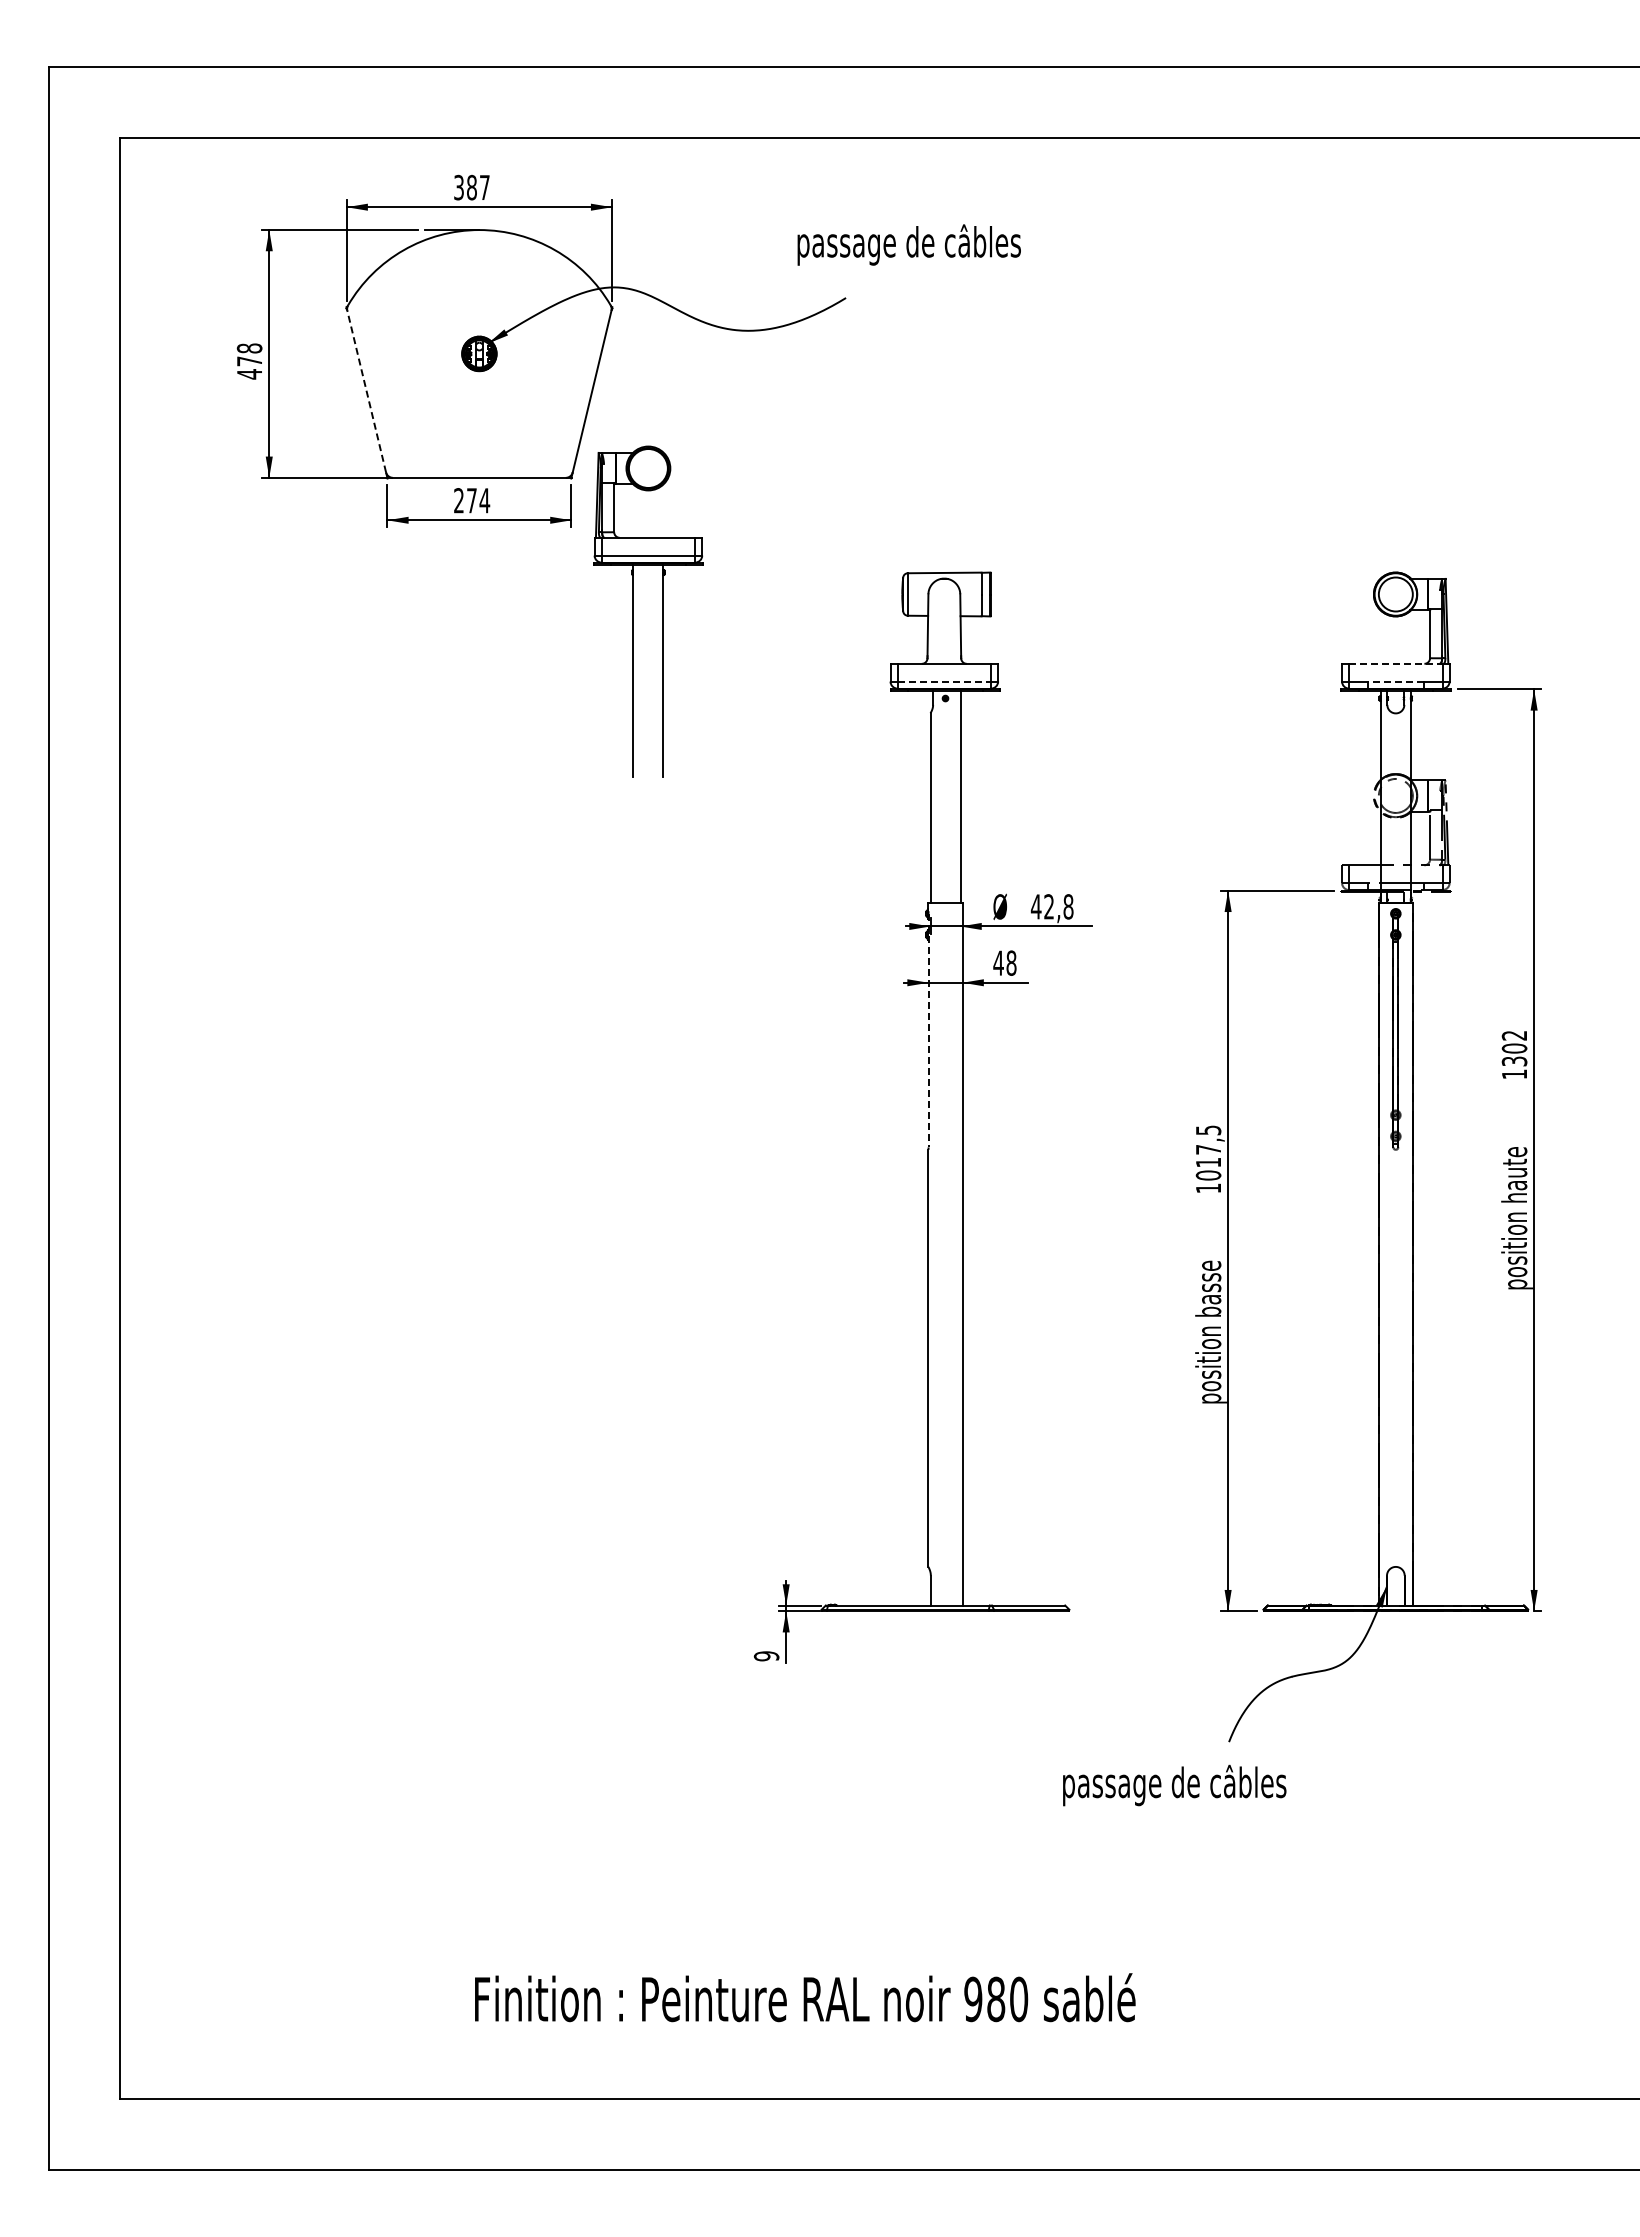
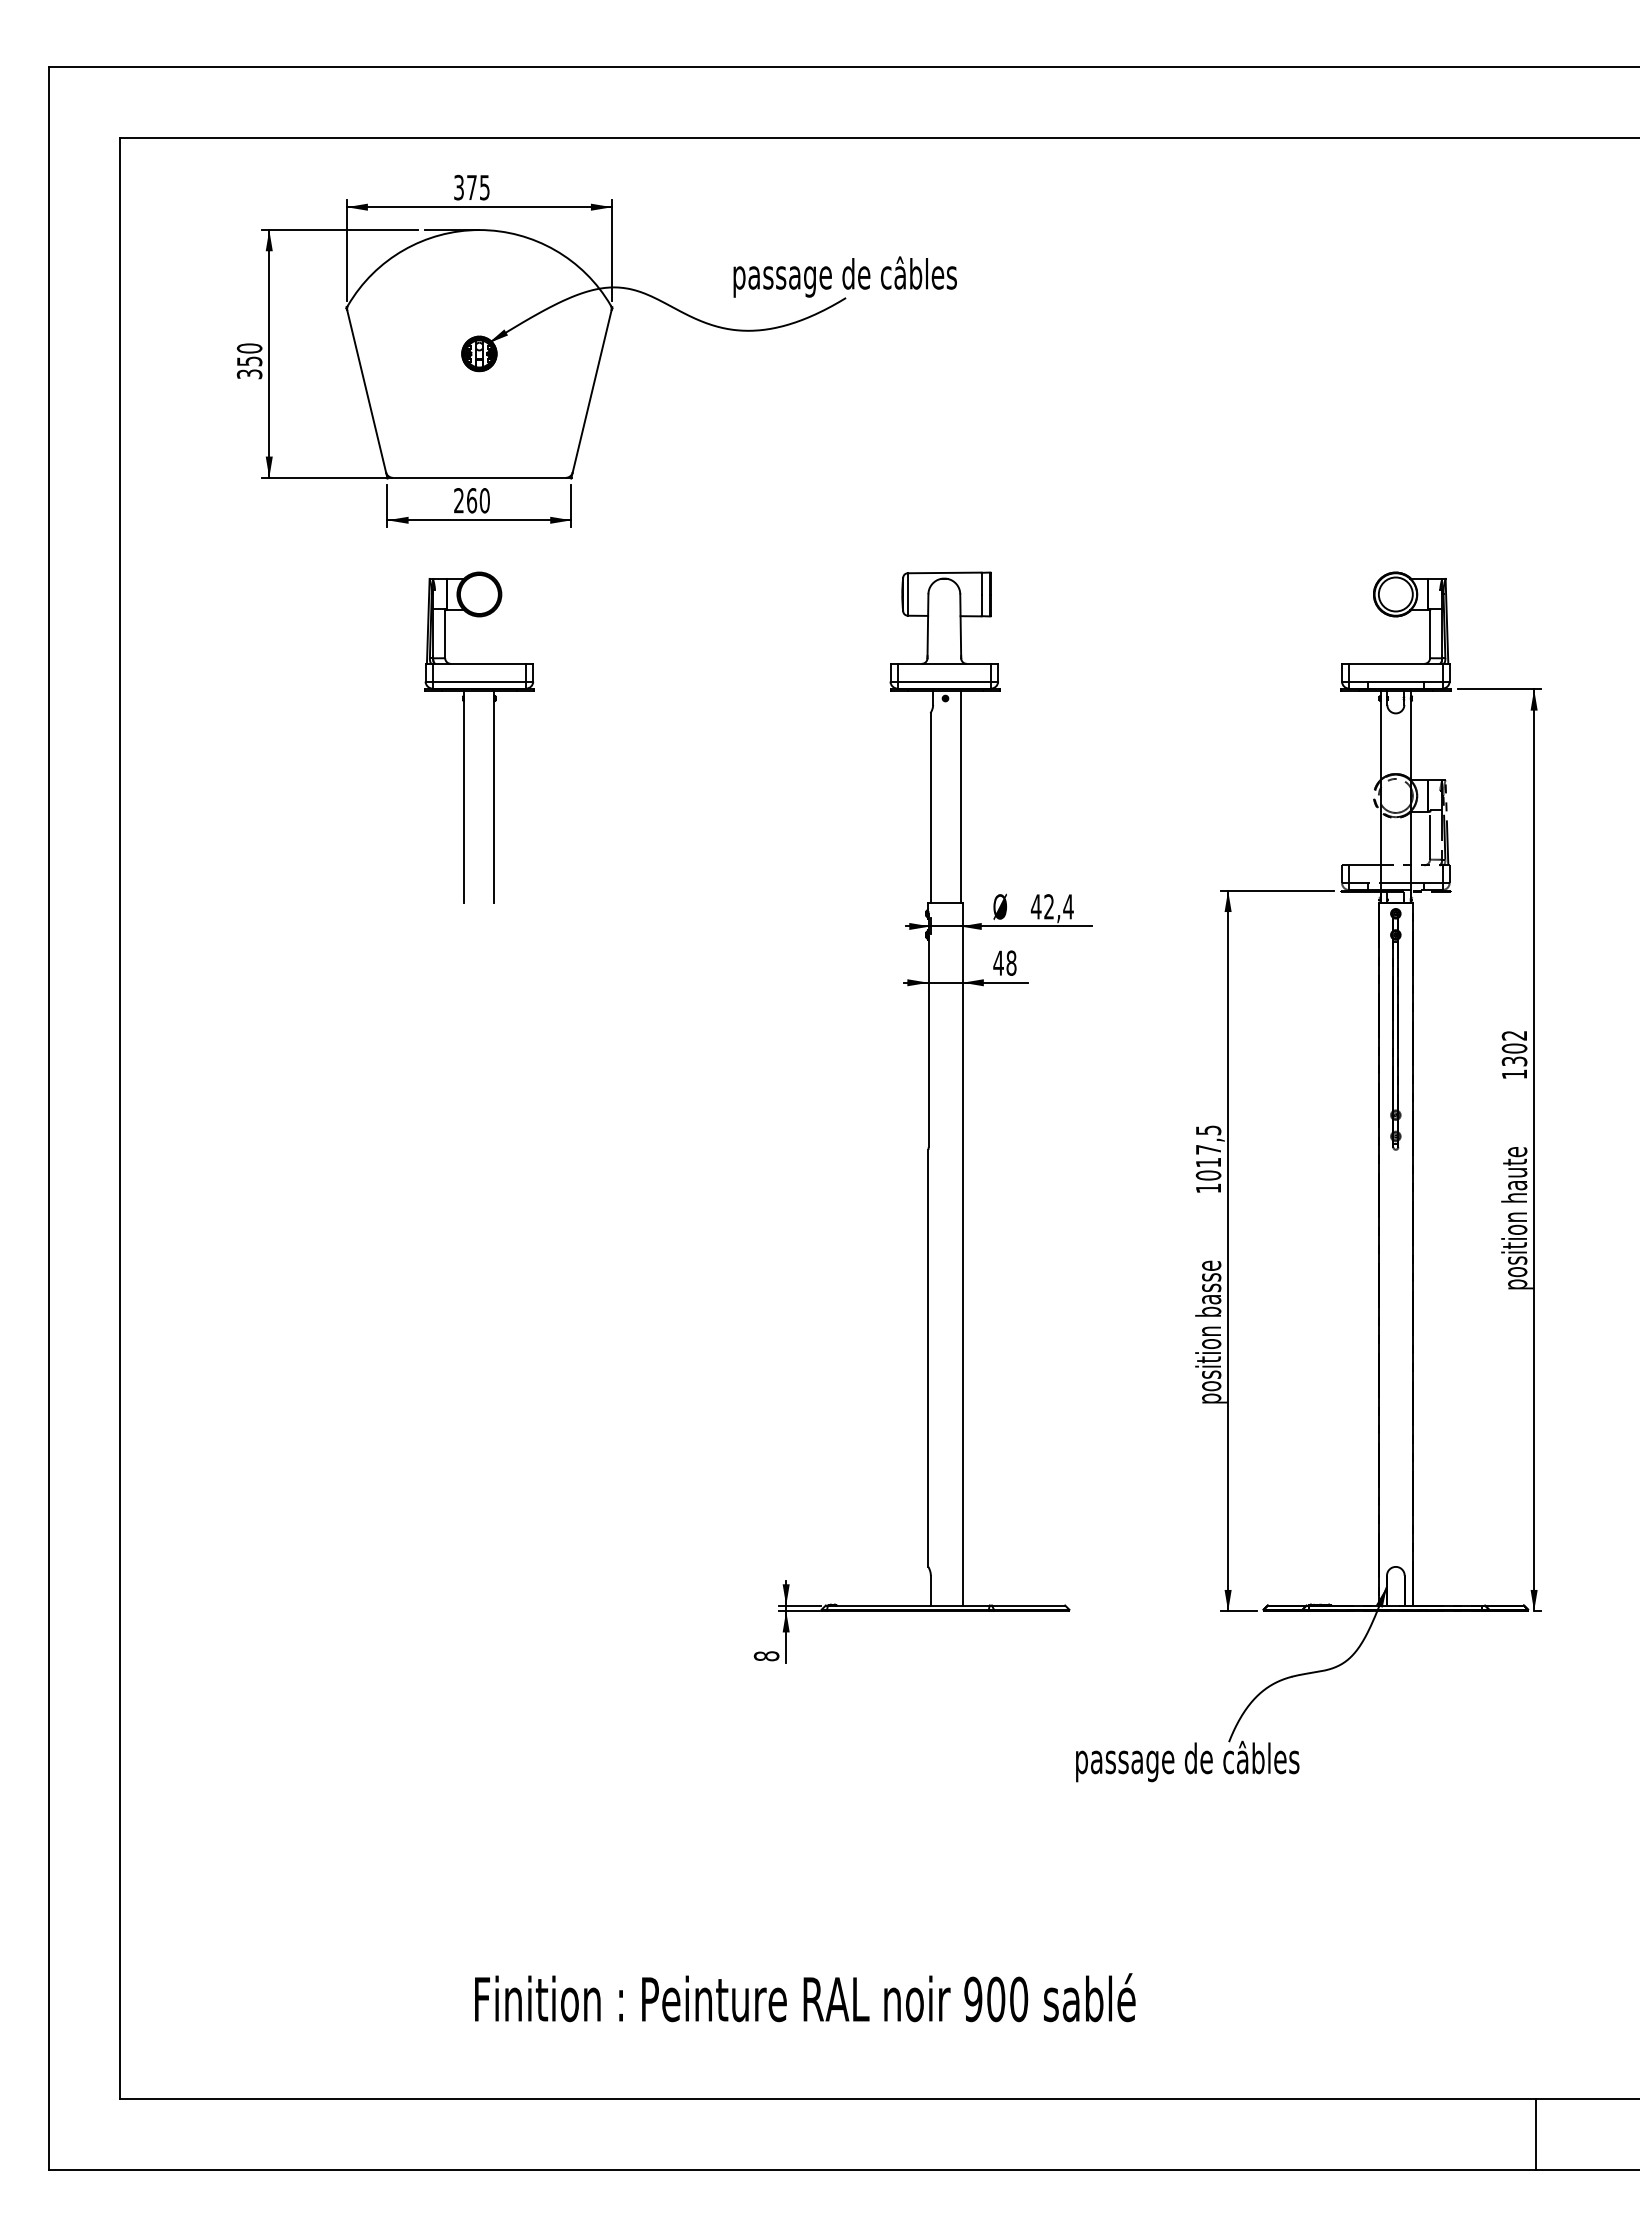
text at (478, 187): 387 -> 375
text at (908, 244) position: (908, 244) -> (844, 276)
text at (249, 361): 478 -> 350
line at (366, 391): dashed -> solid
text at (478, 500): 274 -> 260
part at (662, 611) position: (662, 611) -> (493, 737)
line at (1395, 663): dashed -> solid
line at (944, 681): dashed -> solid
line at (1395, 681): dashed -> solid
text at (1068, 906): 42,8 -> 42,4
line at (928, 1030): dashed -> solid
text at (766, 1656): 9 -> 8
text at (1174, 1785) position: (1174, 1785) -> (1187, 1761)
text at (996, 1999): 980 -> 900
line at (1536, 2134): none -> present
